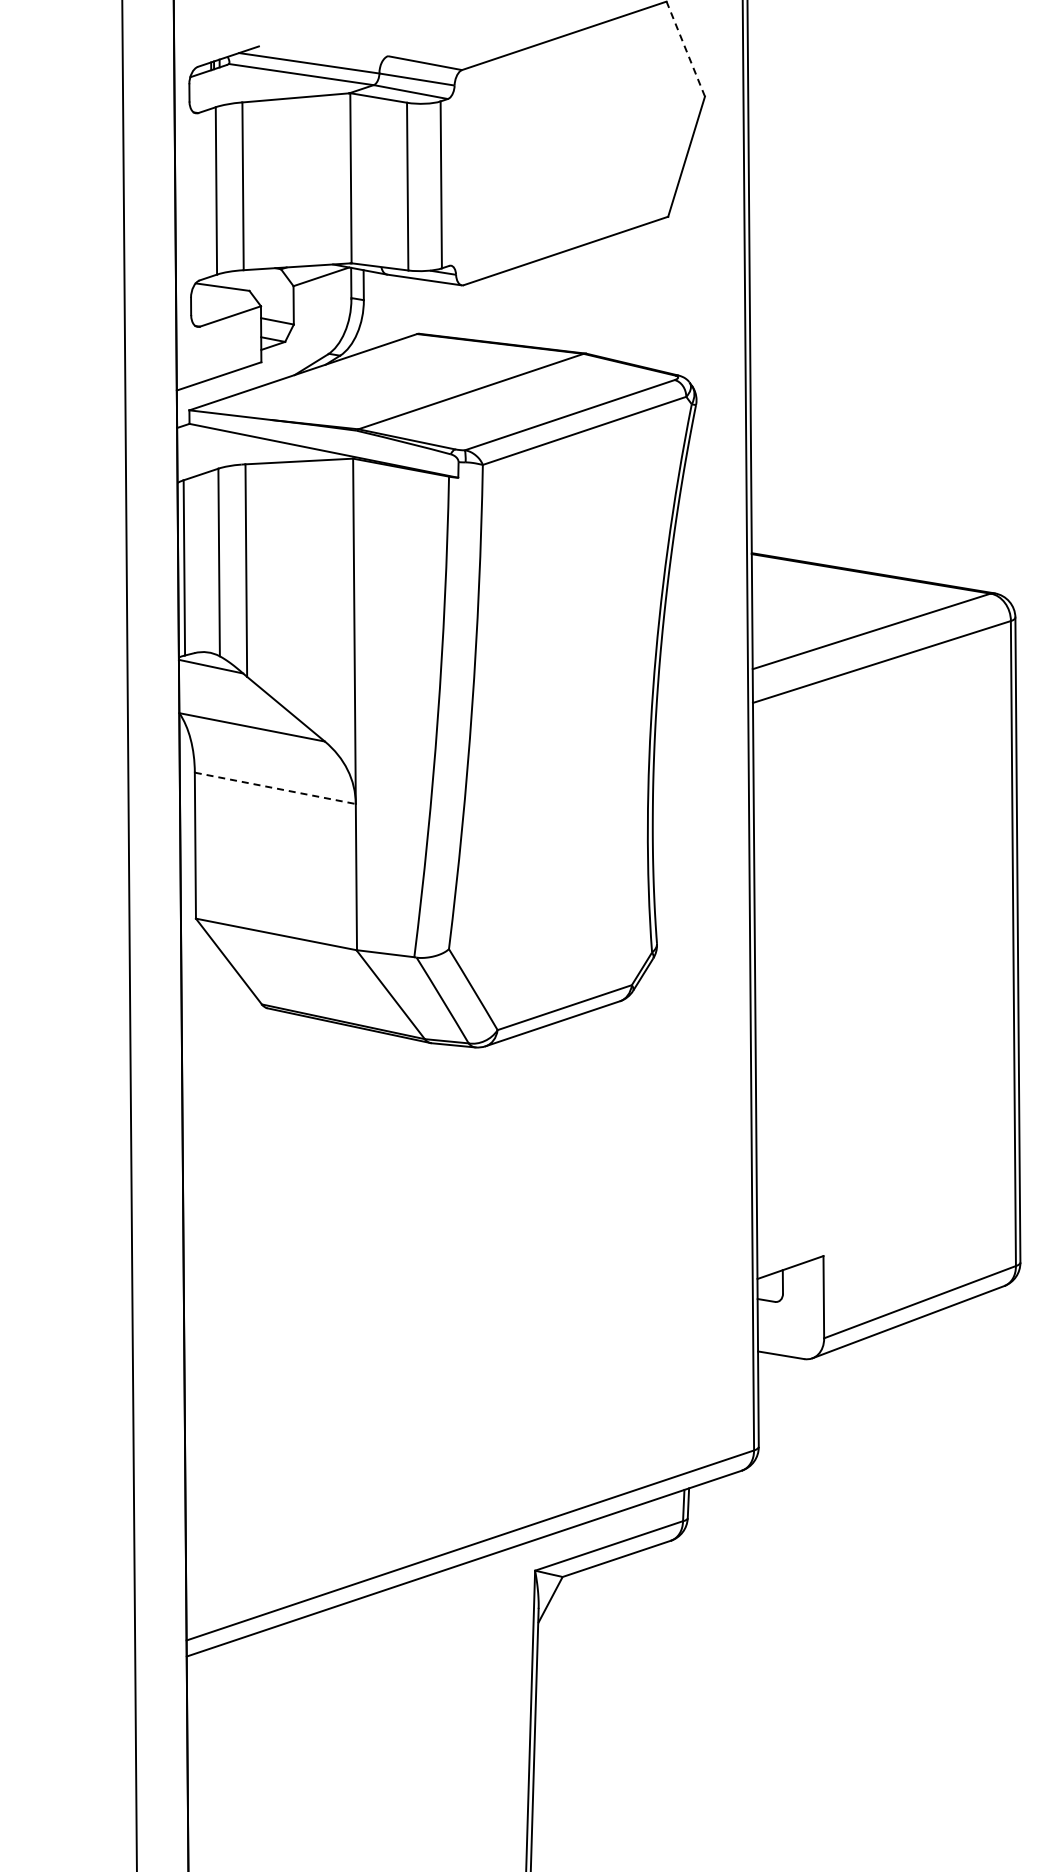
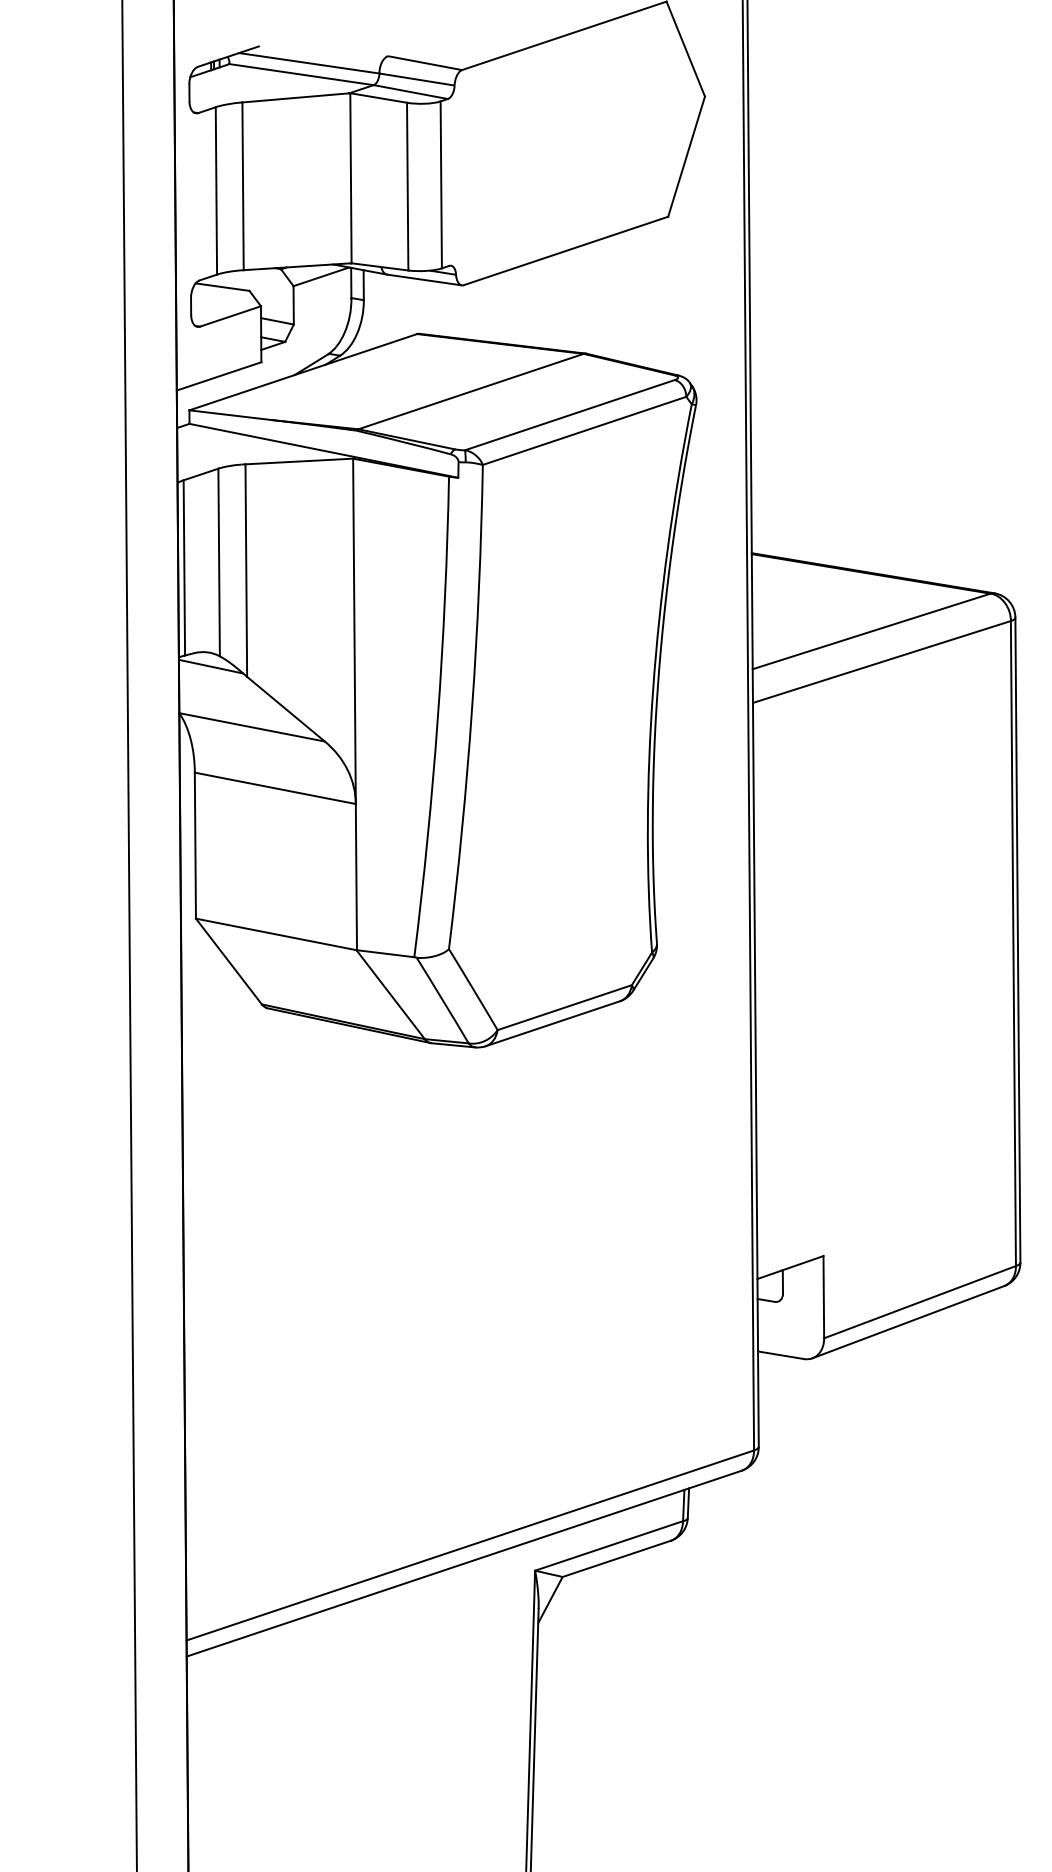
line at (685, 48): dashed -> solid
line at (275, 788): dashed -> solid
